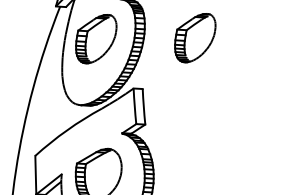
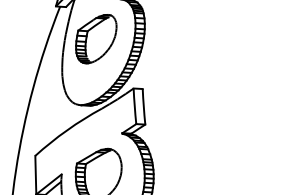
part at (195, 38): present -> none
